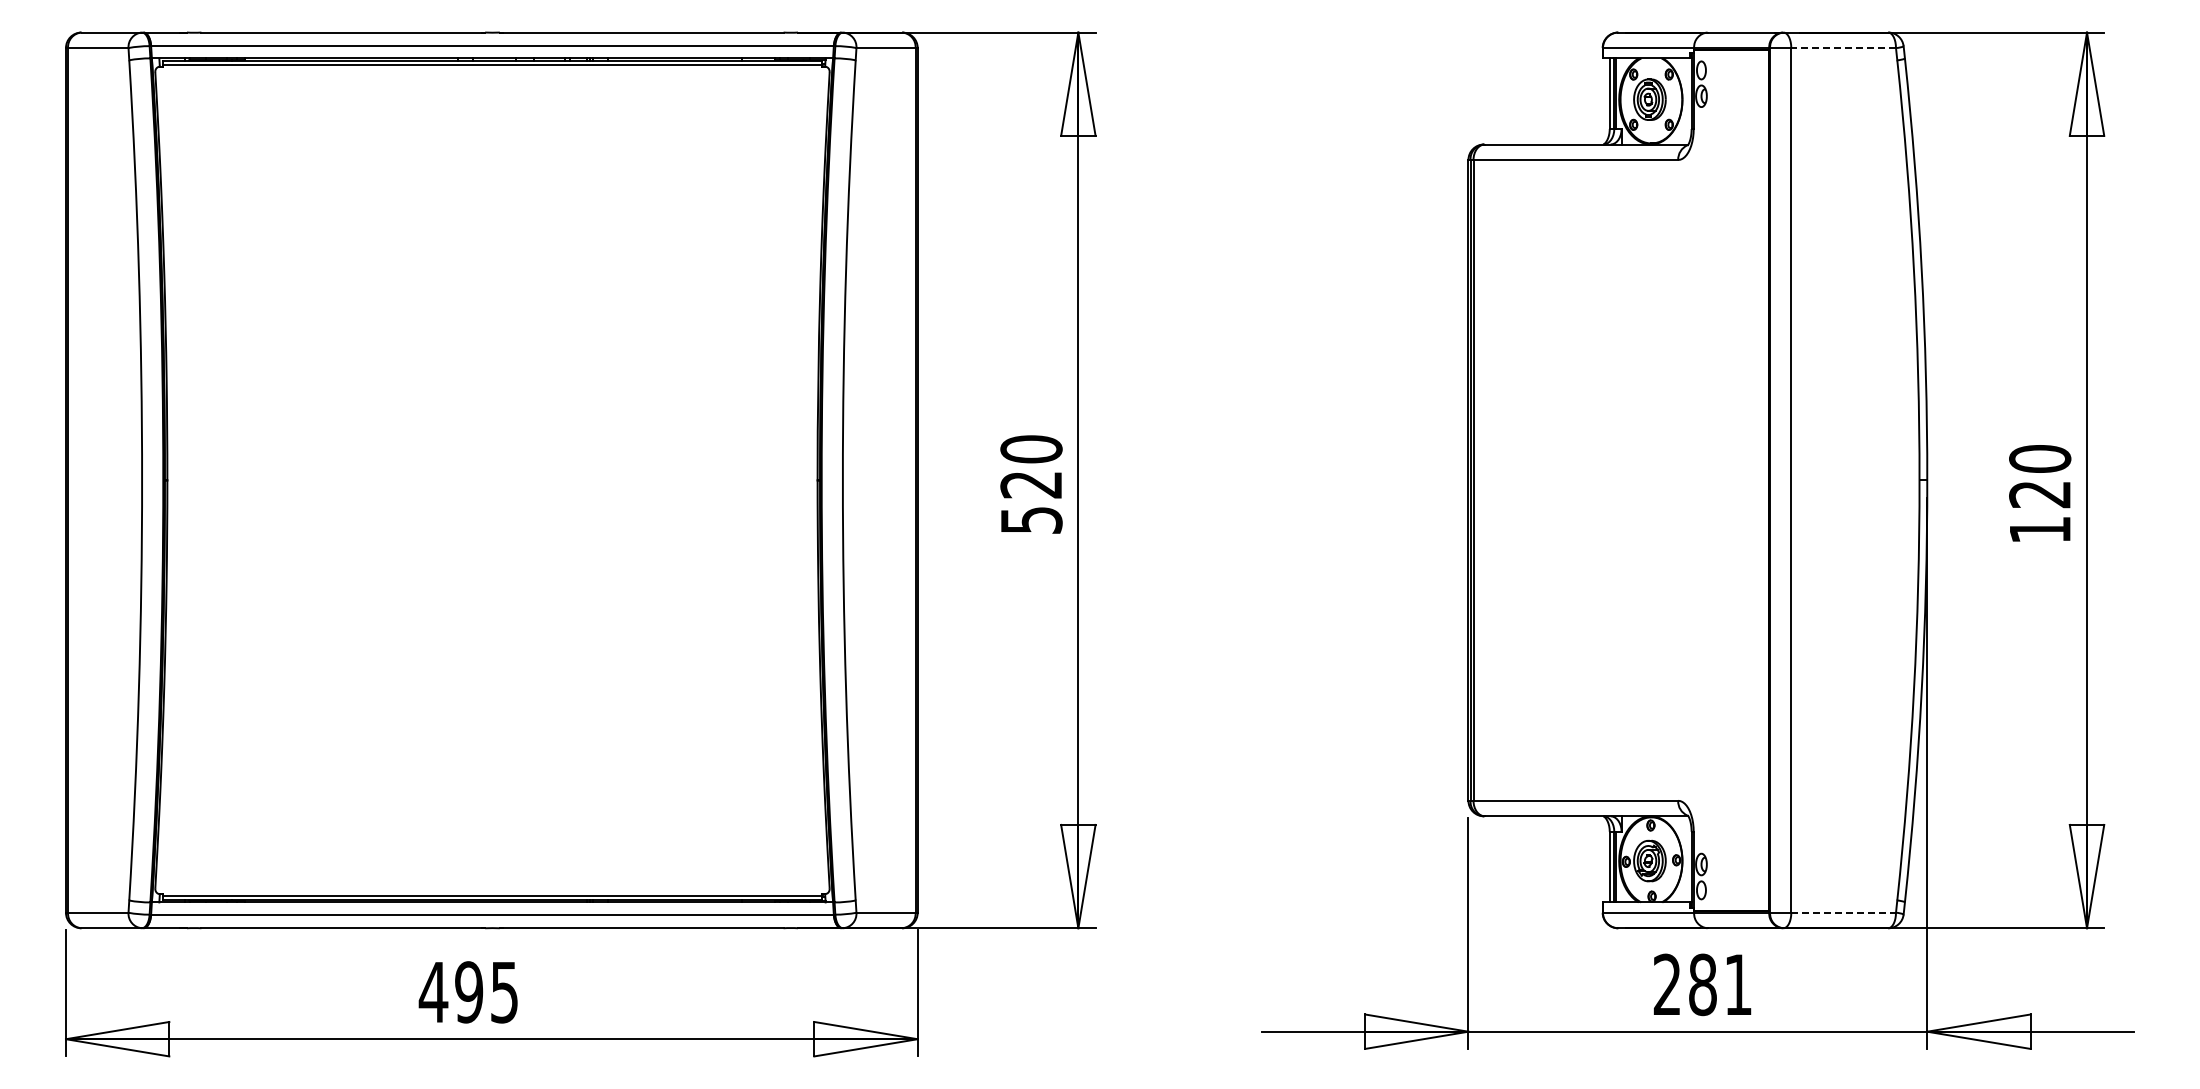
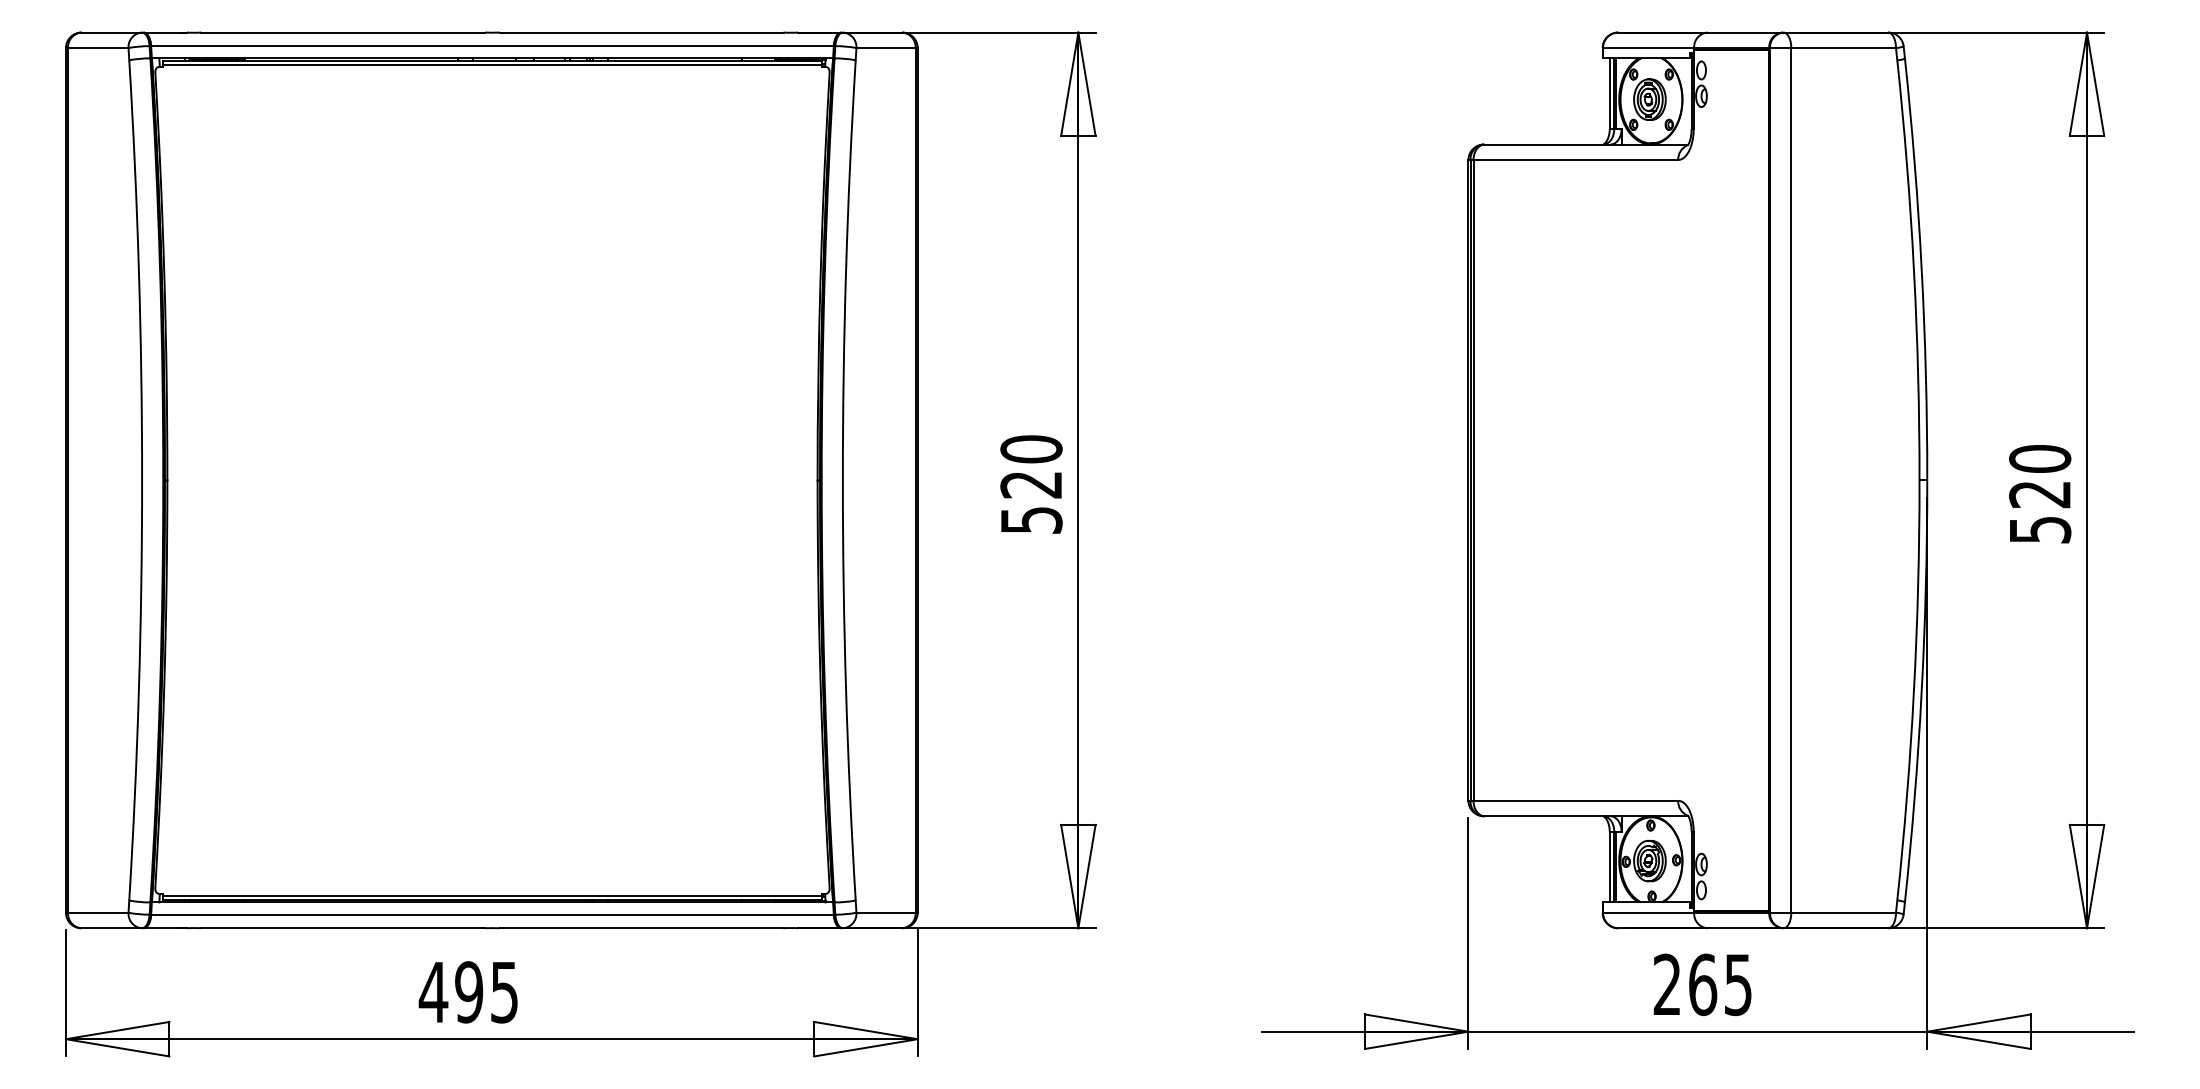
line at (1843, 48): dashed -> solid
text at (2040, 530): 120 -> 520
line at (1844, 912): dashed -> solid
text at (1720, 984): 281 -> 265
